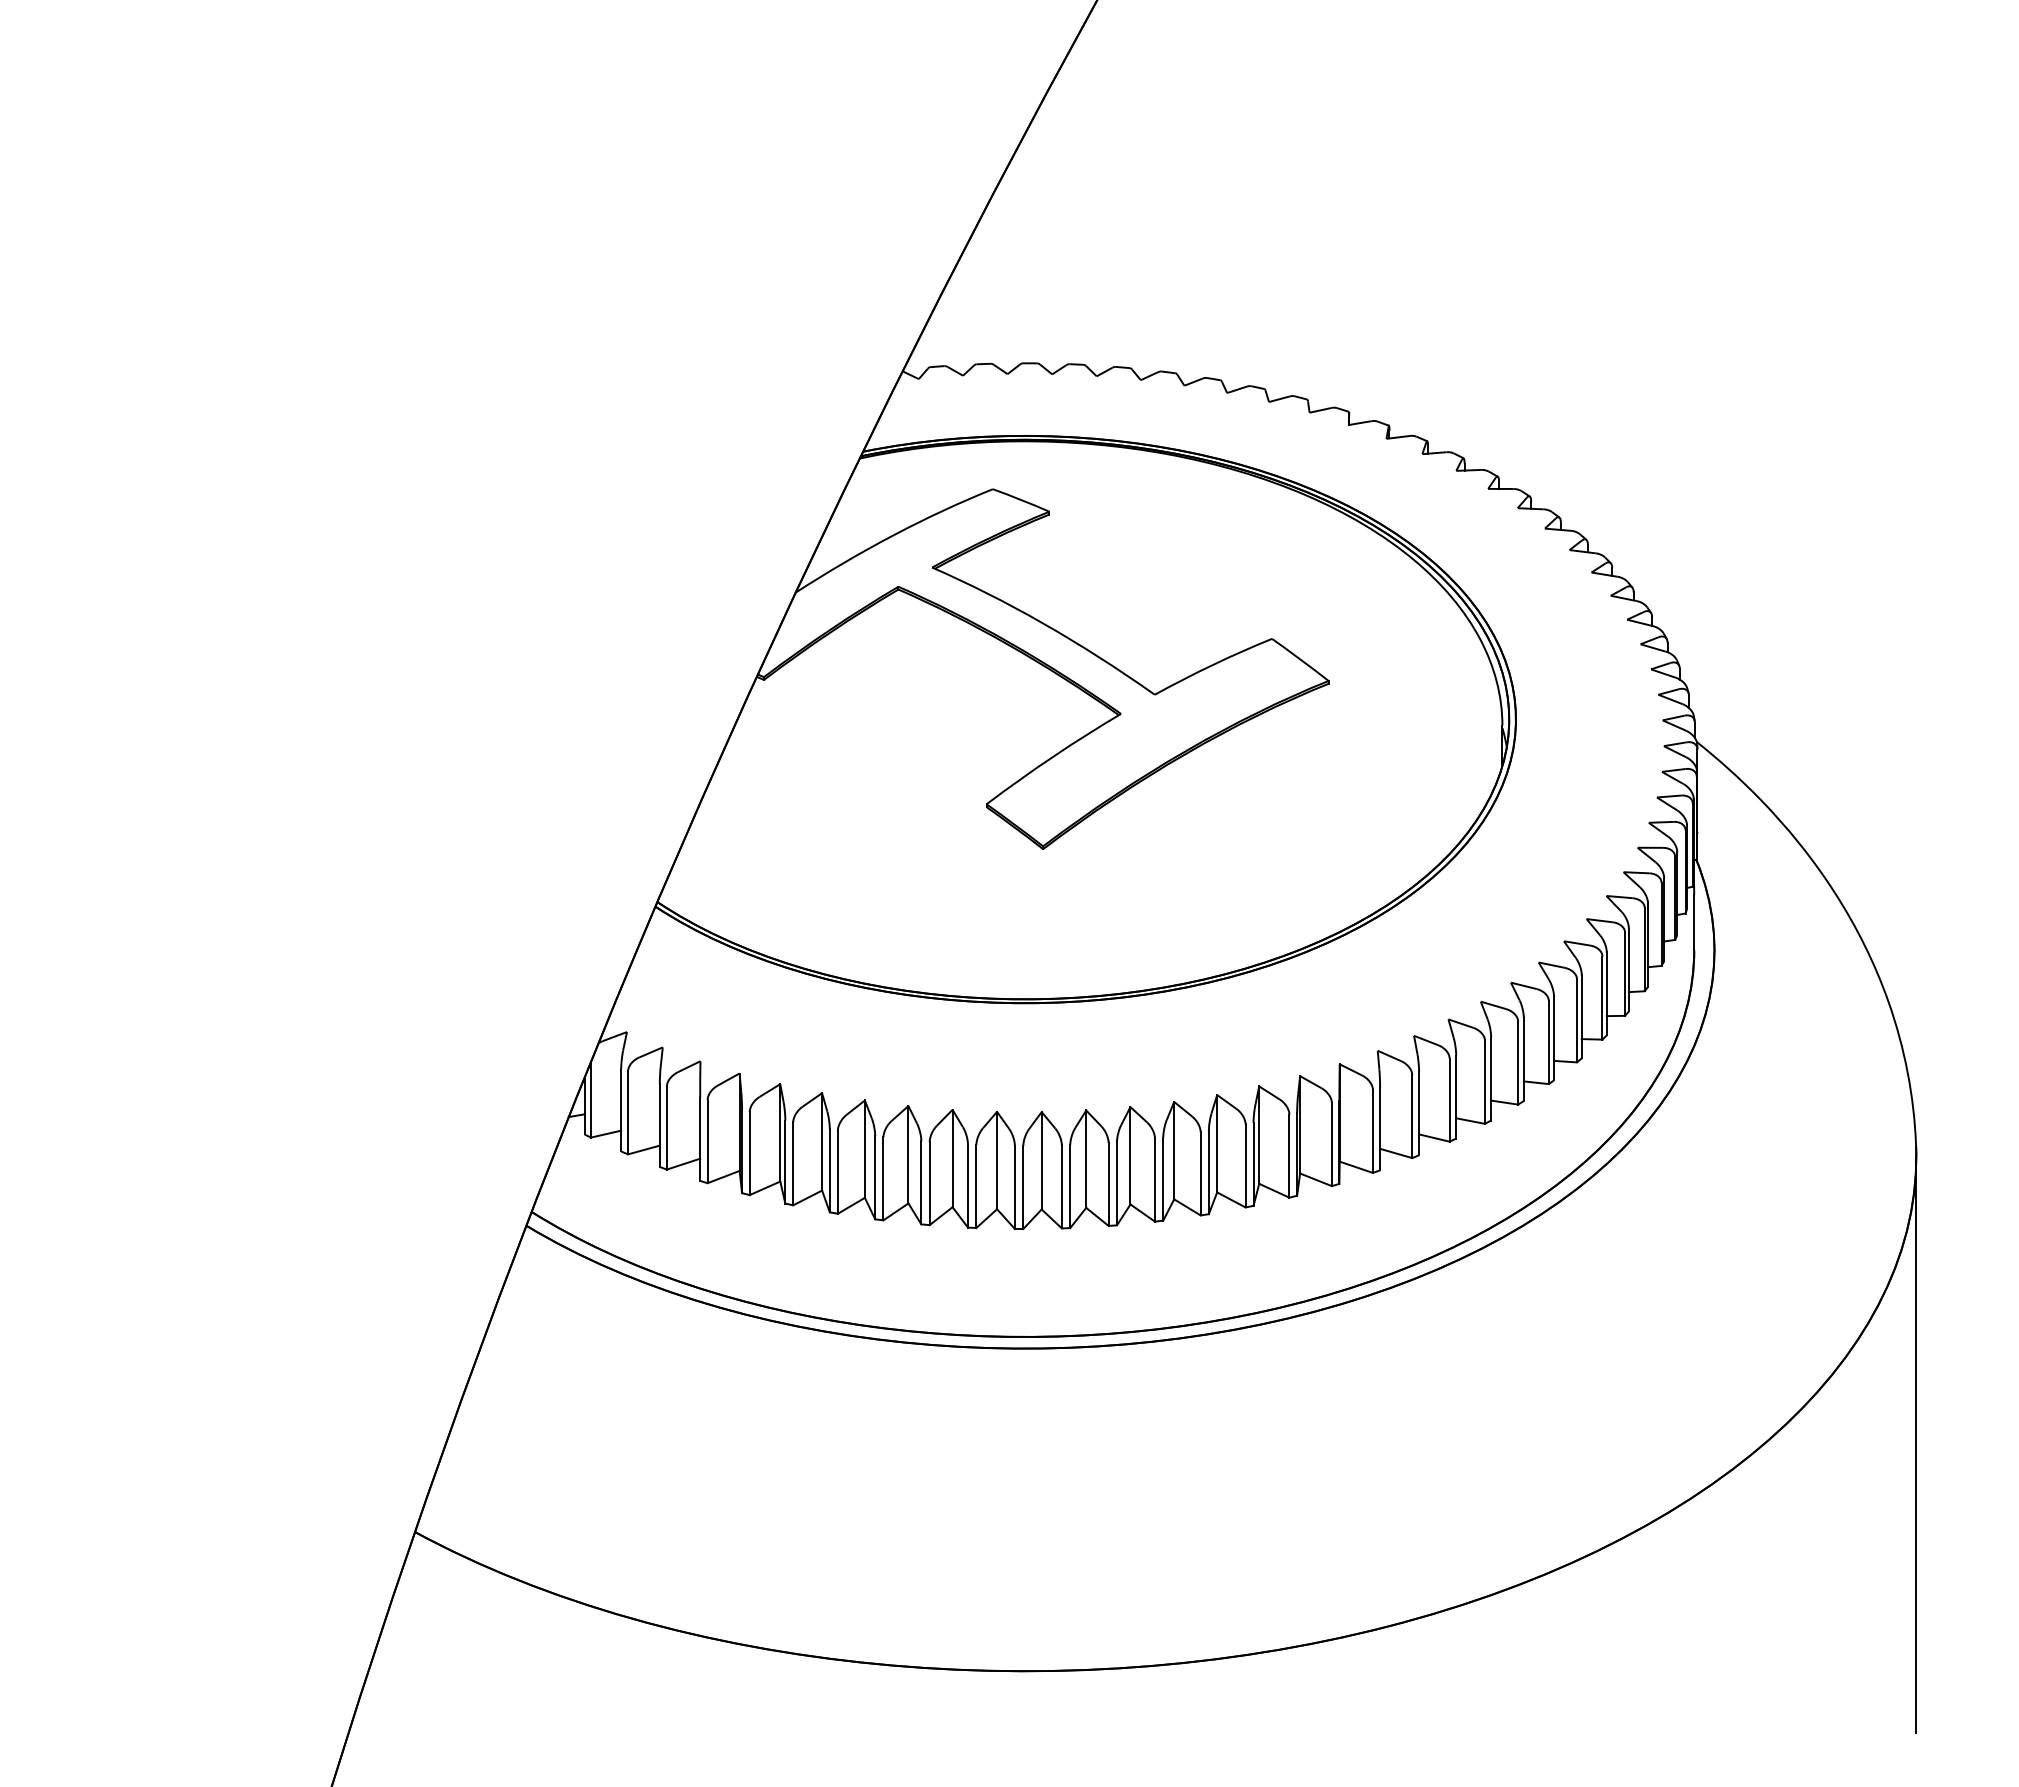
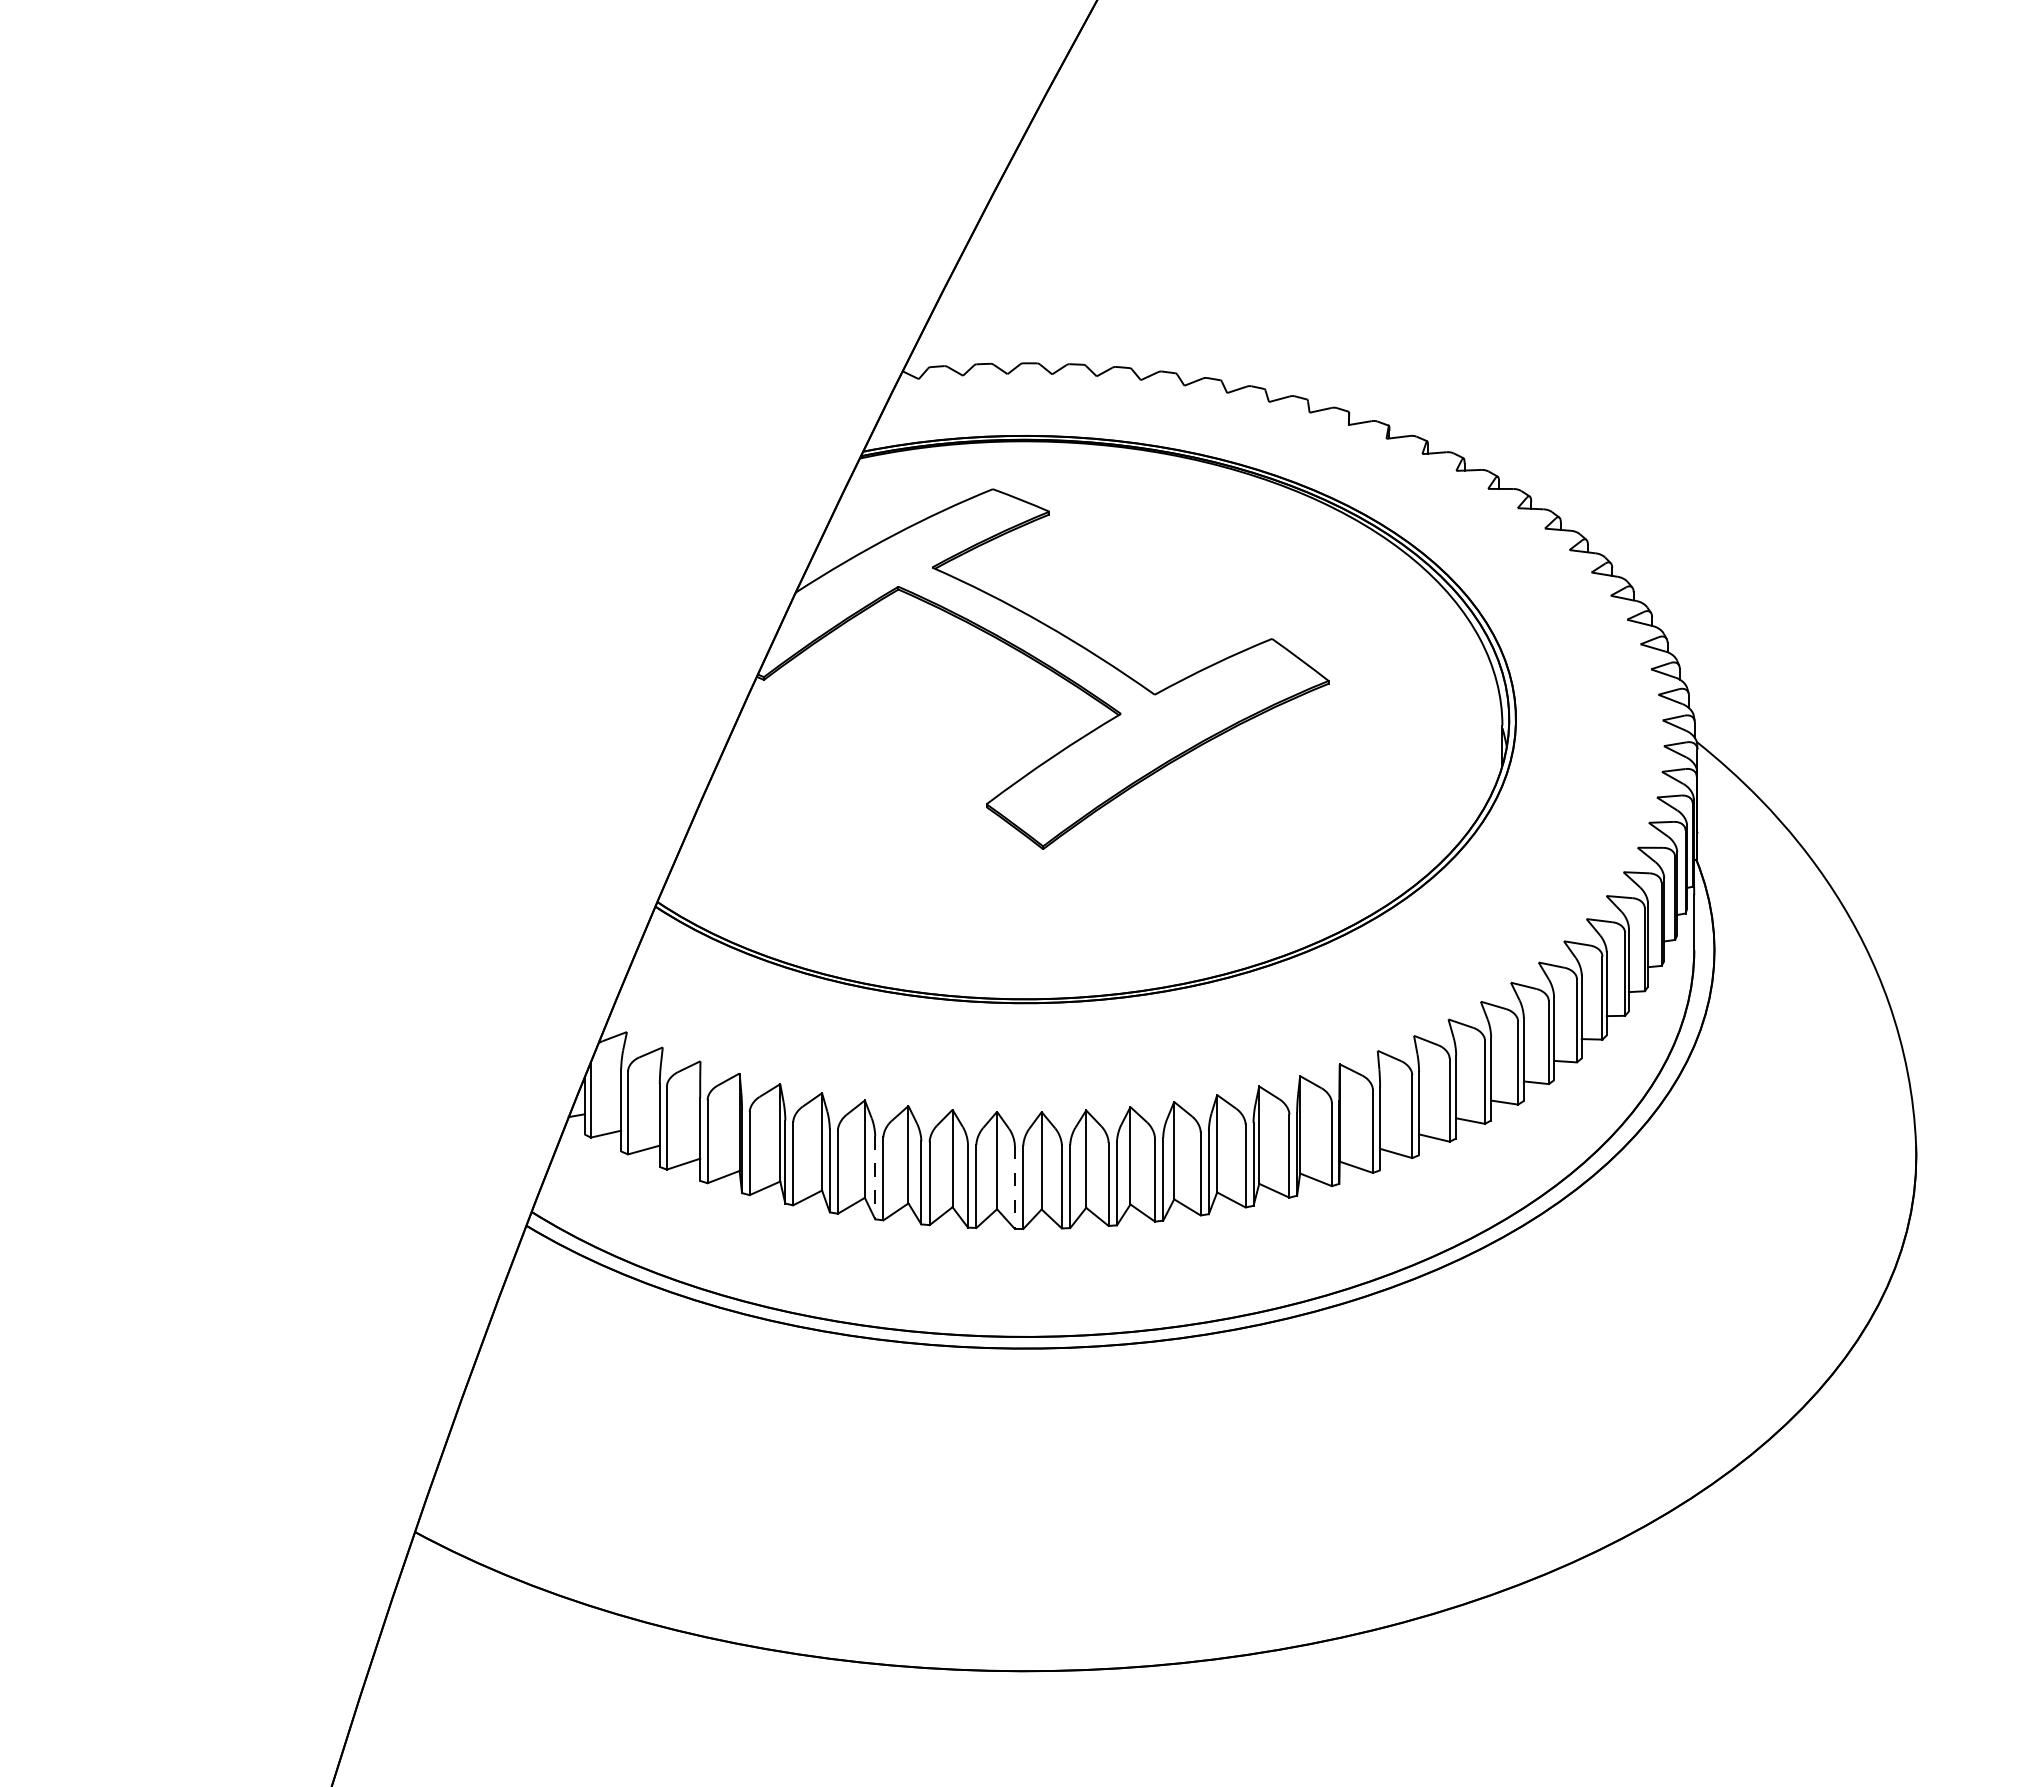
line at (875, 1178): solid -> dashed
line at (1014, 1187): solid -> dashed
line at (1916, 1444): present -> none
